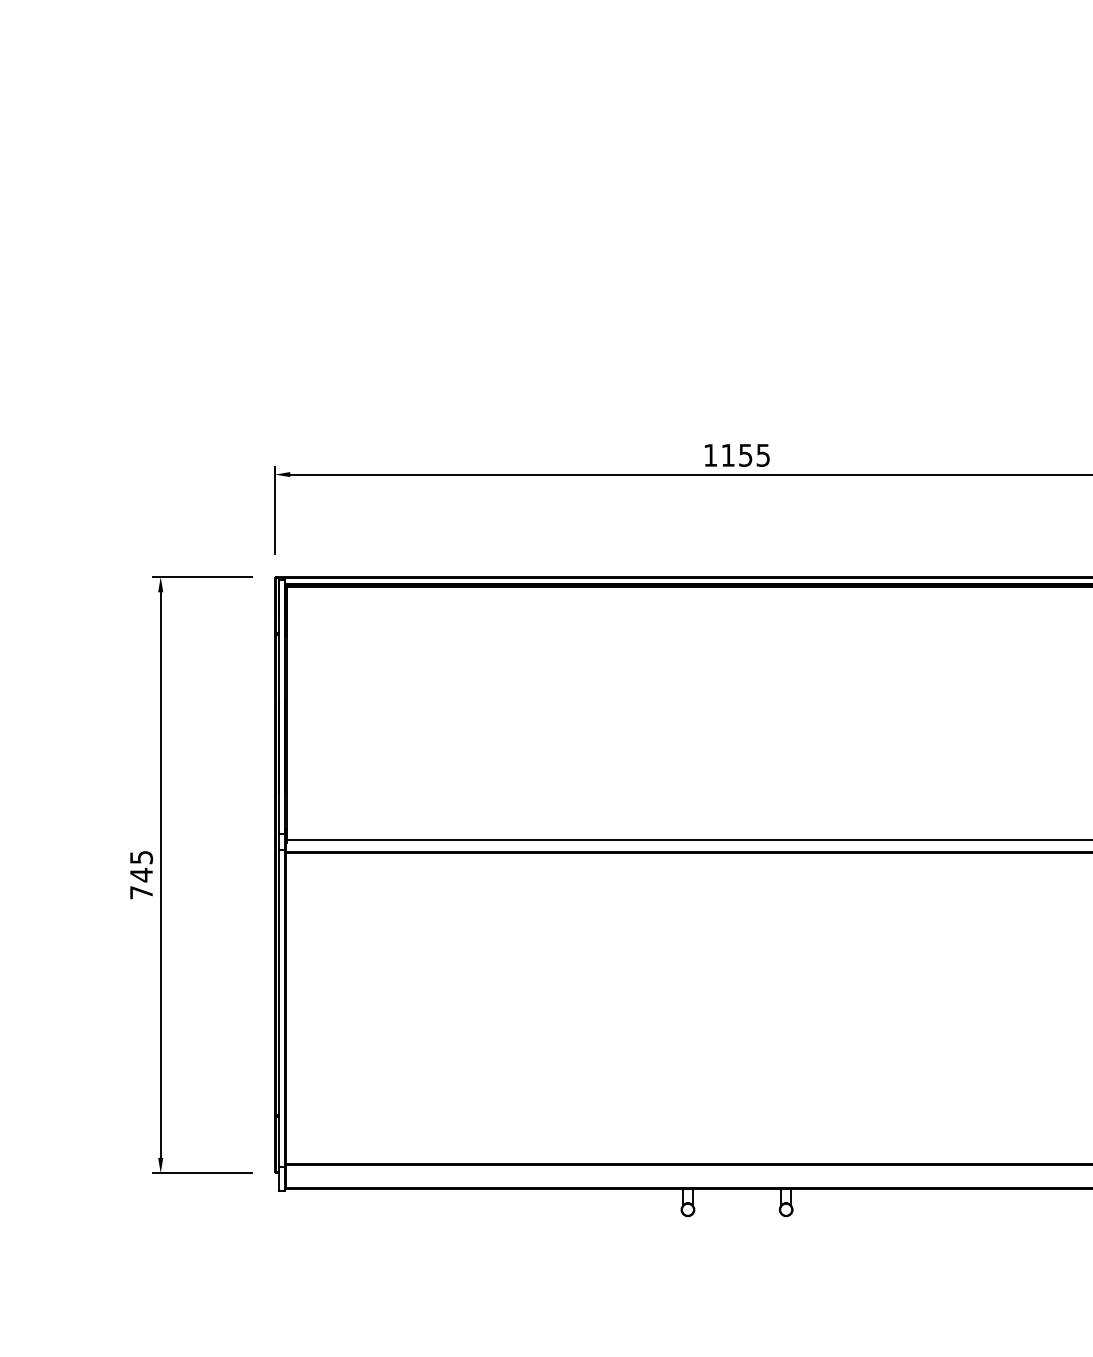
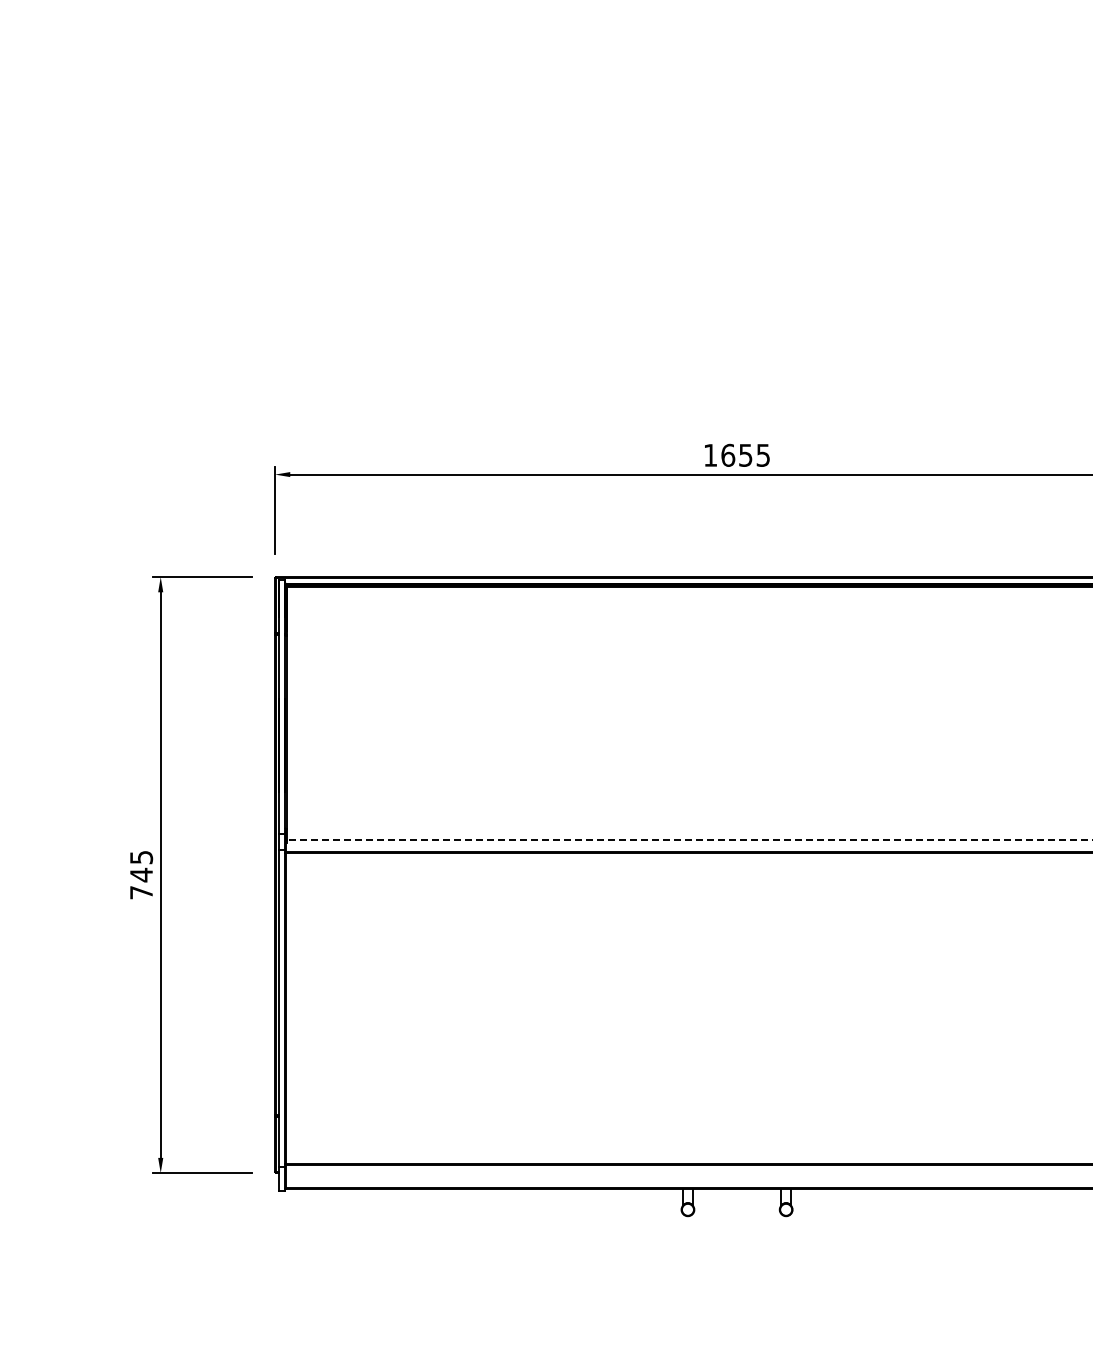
text at (728, 454): 1155 -> 1655
line at (689, 839): solid -> dashed
